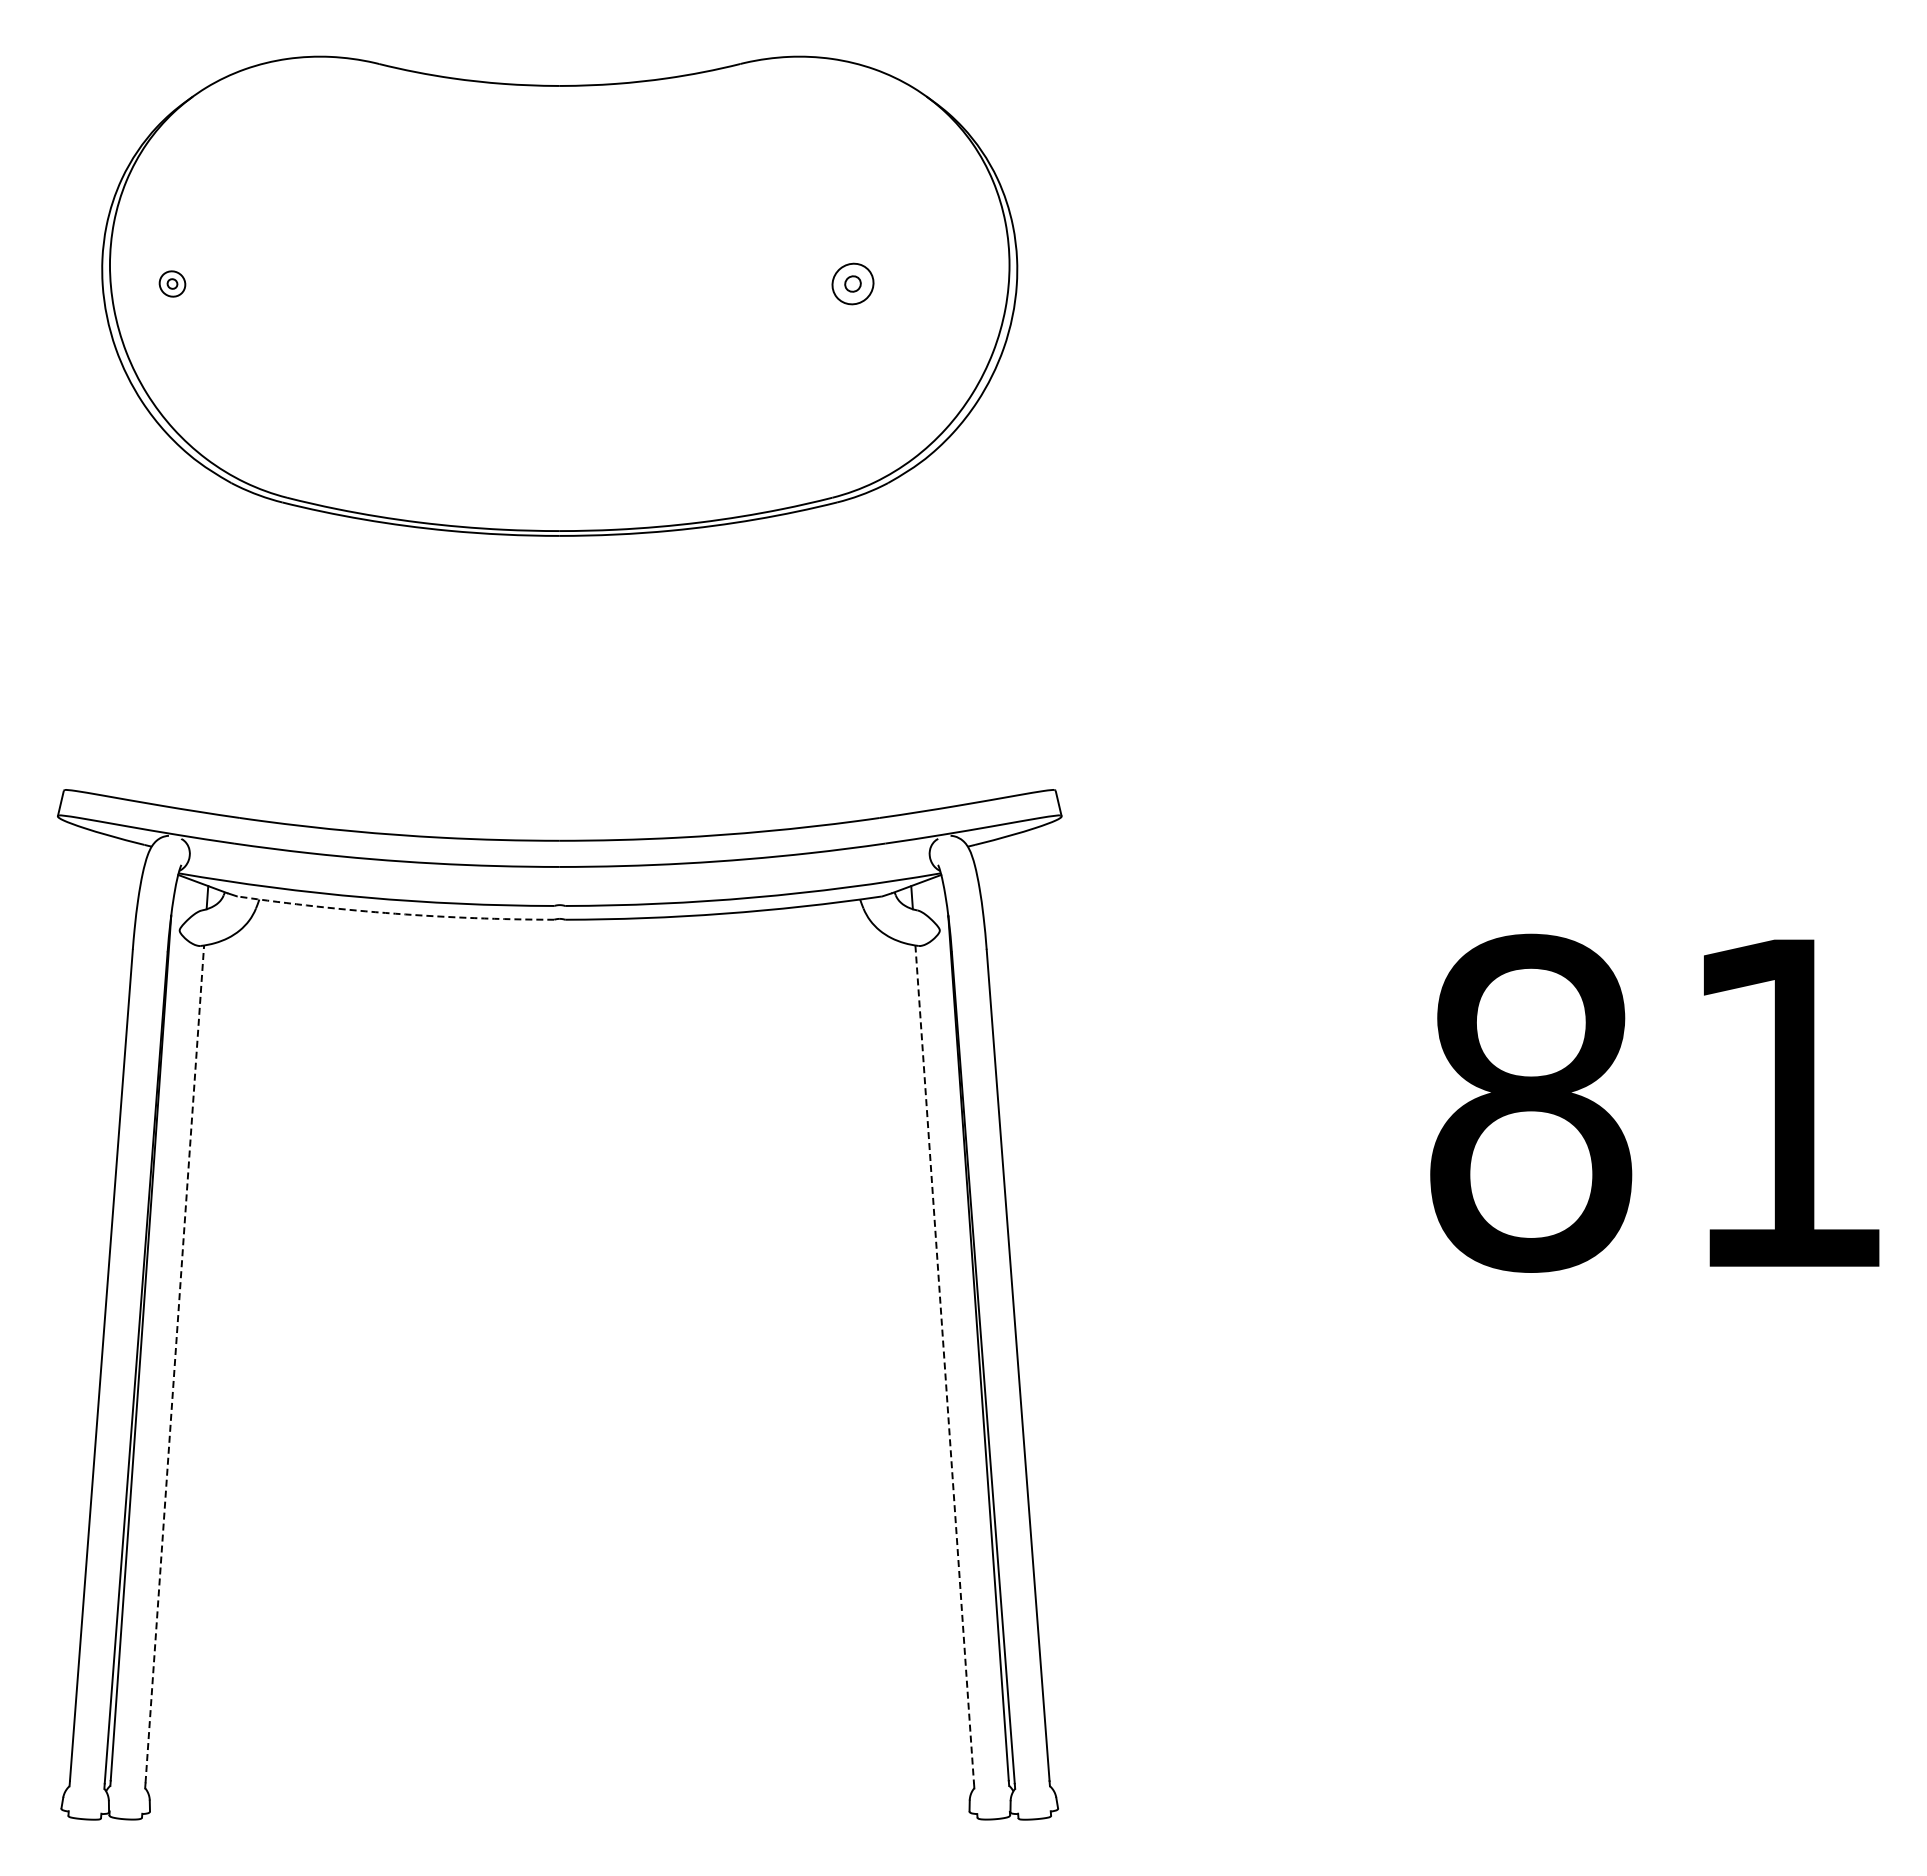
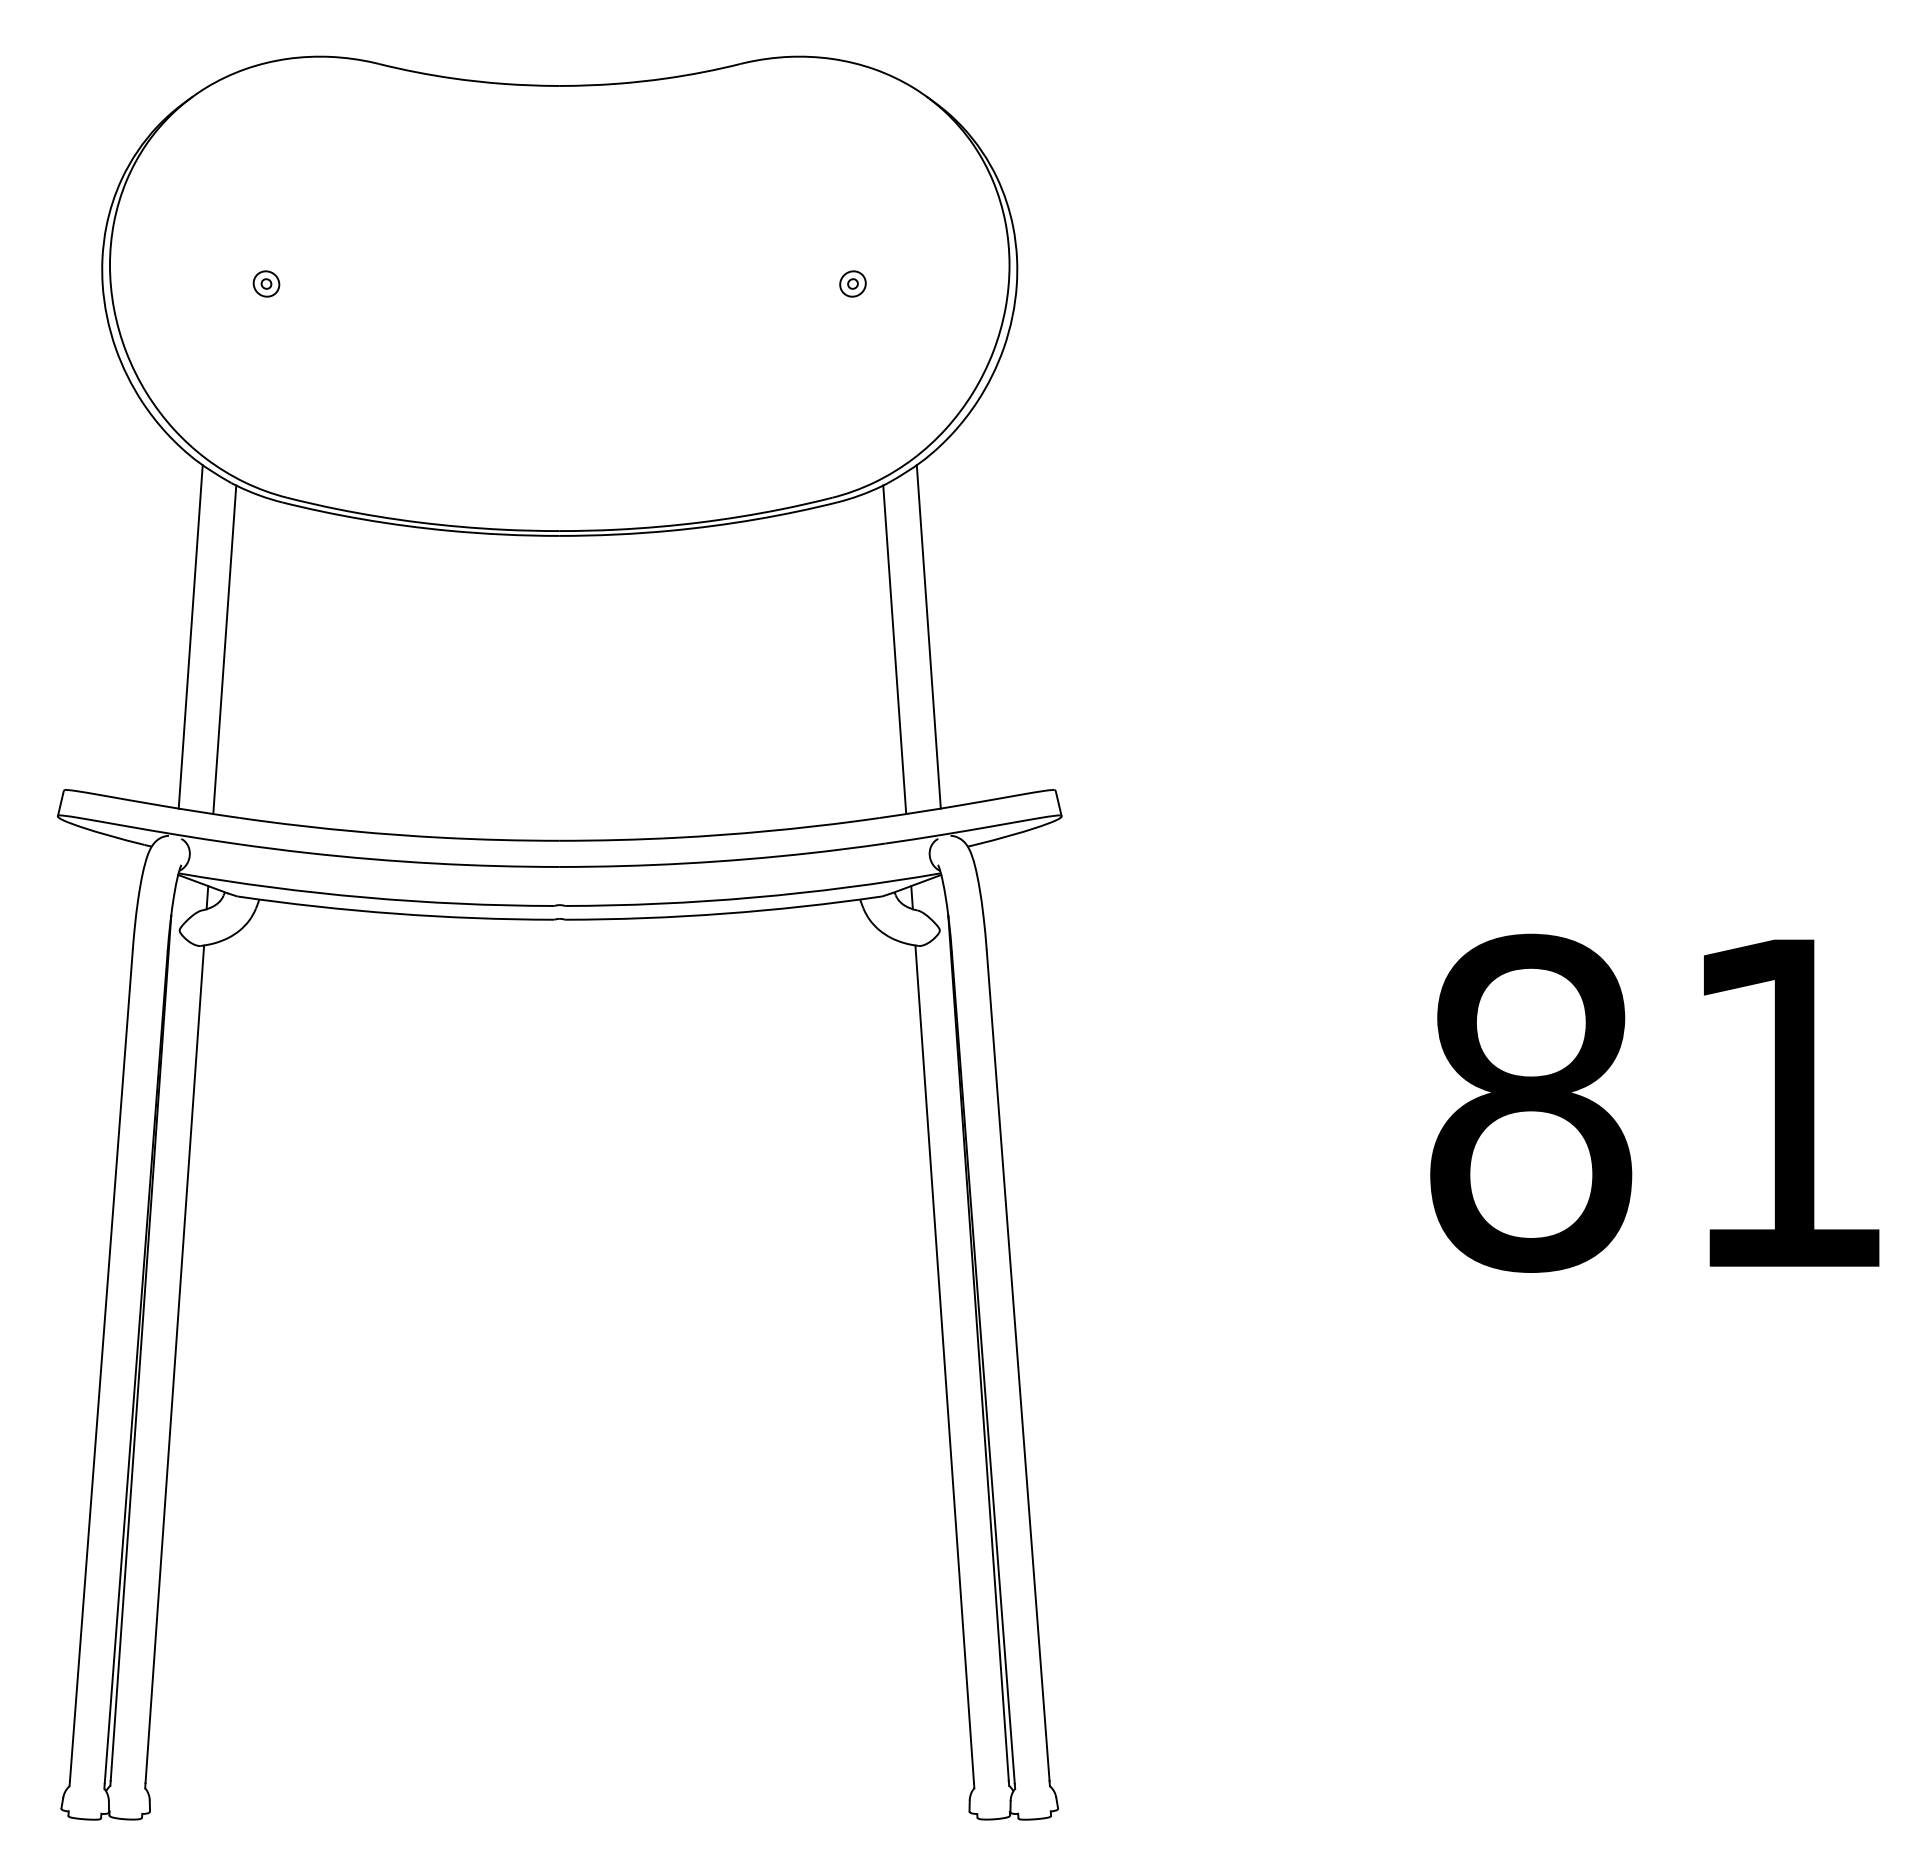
part at (172, 283) position: (172, 283) -> (266, 283)
part at (852, 283) size: 44x44 px -> 28x28 px
line at (190, 636): none -> present
line at (928, 636): none -> present
line at (224, 649): none -> present
line at (894, 649): none -> present
arc at (395, 913): dashed -> solid
line at (174, 1364): dashed -> solid
line at (944, 1364): dashed -> solid
